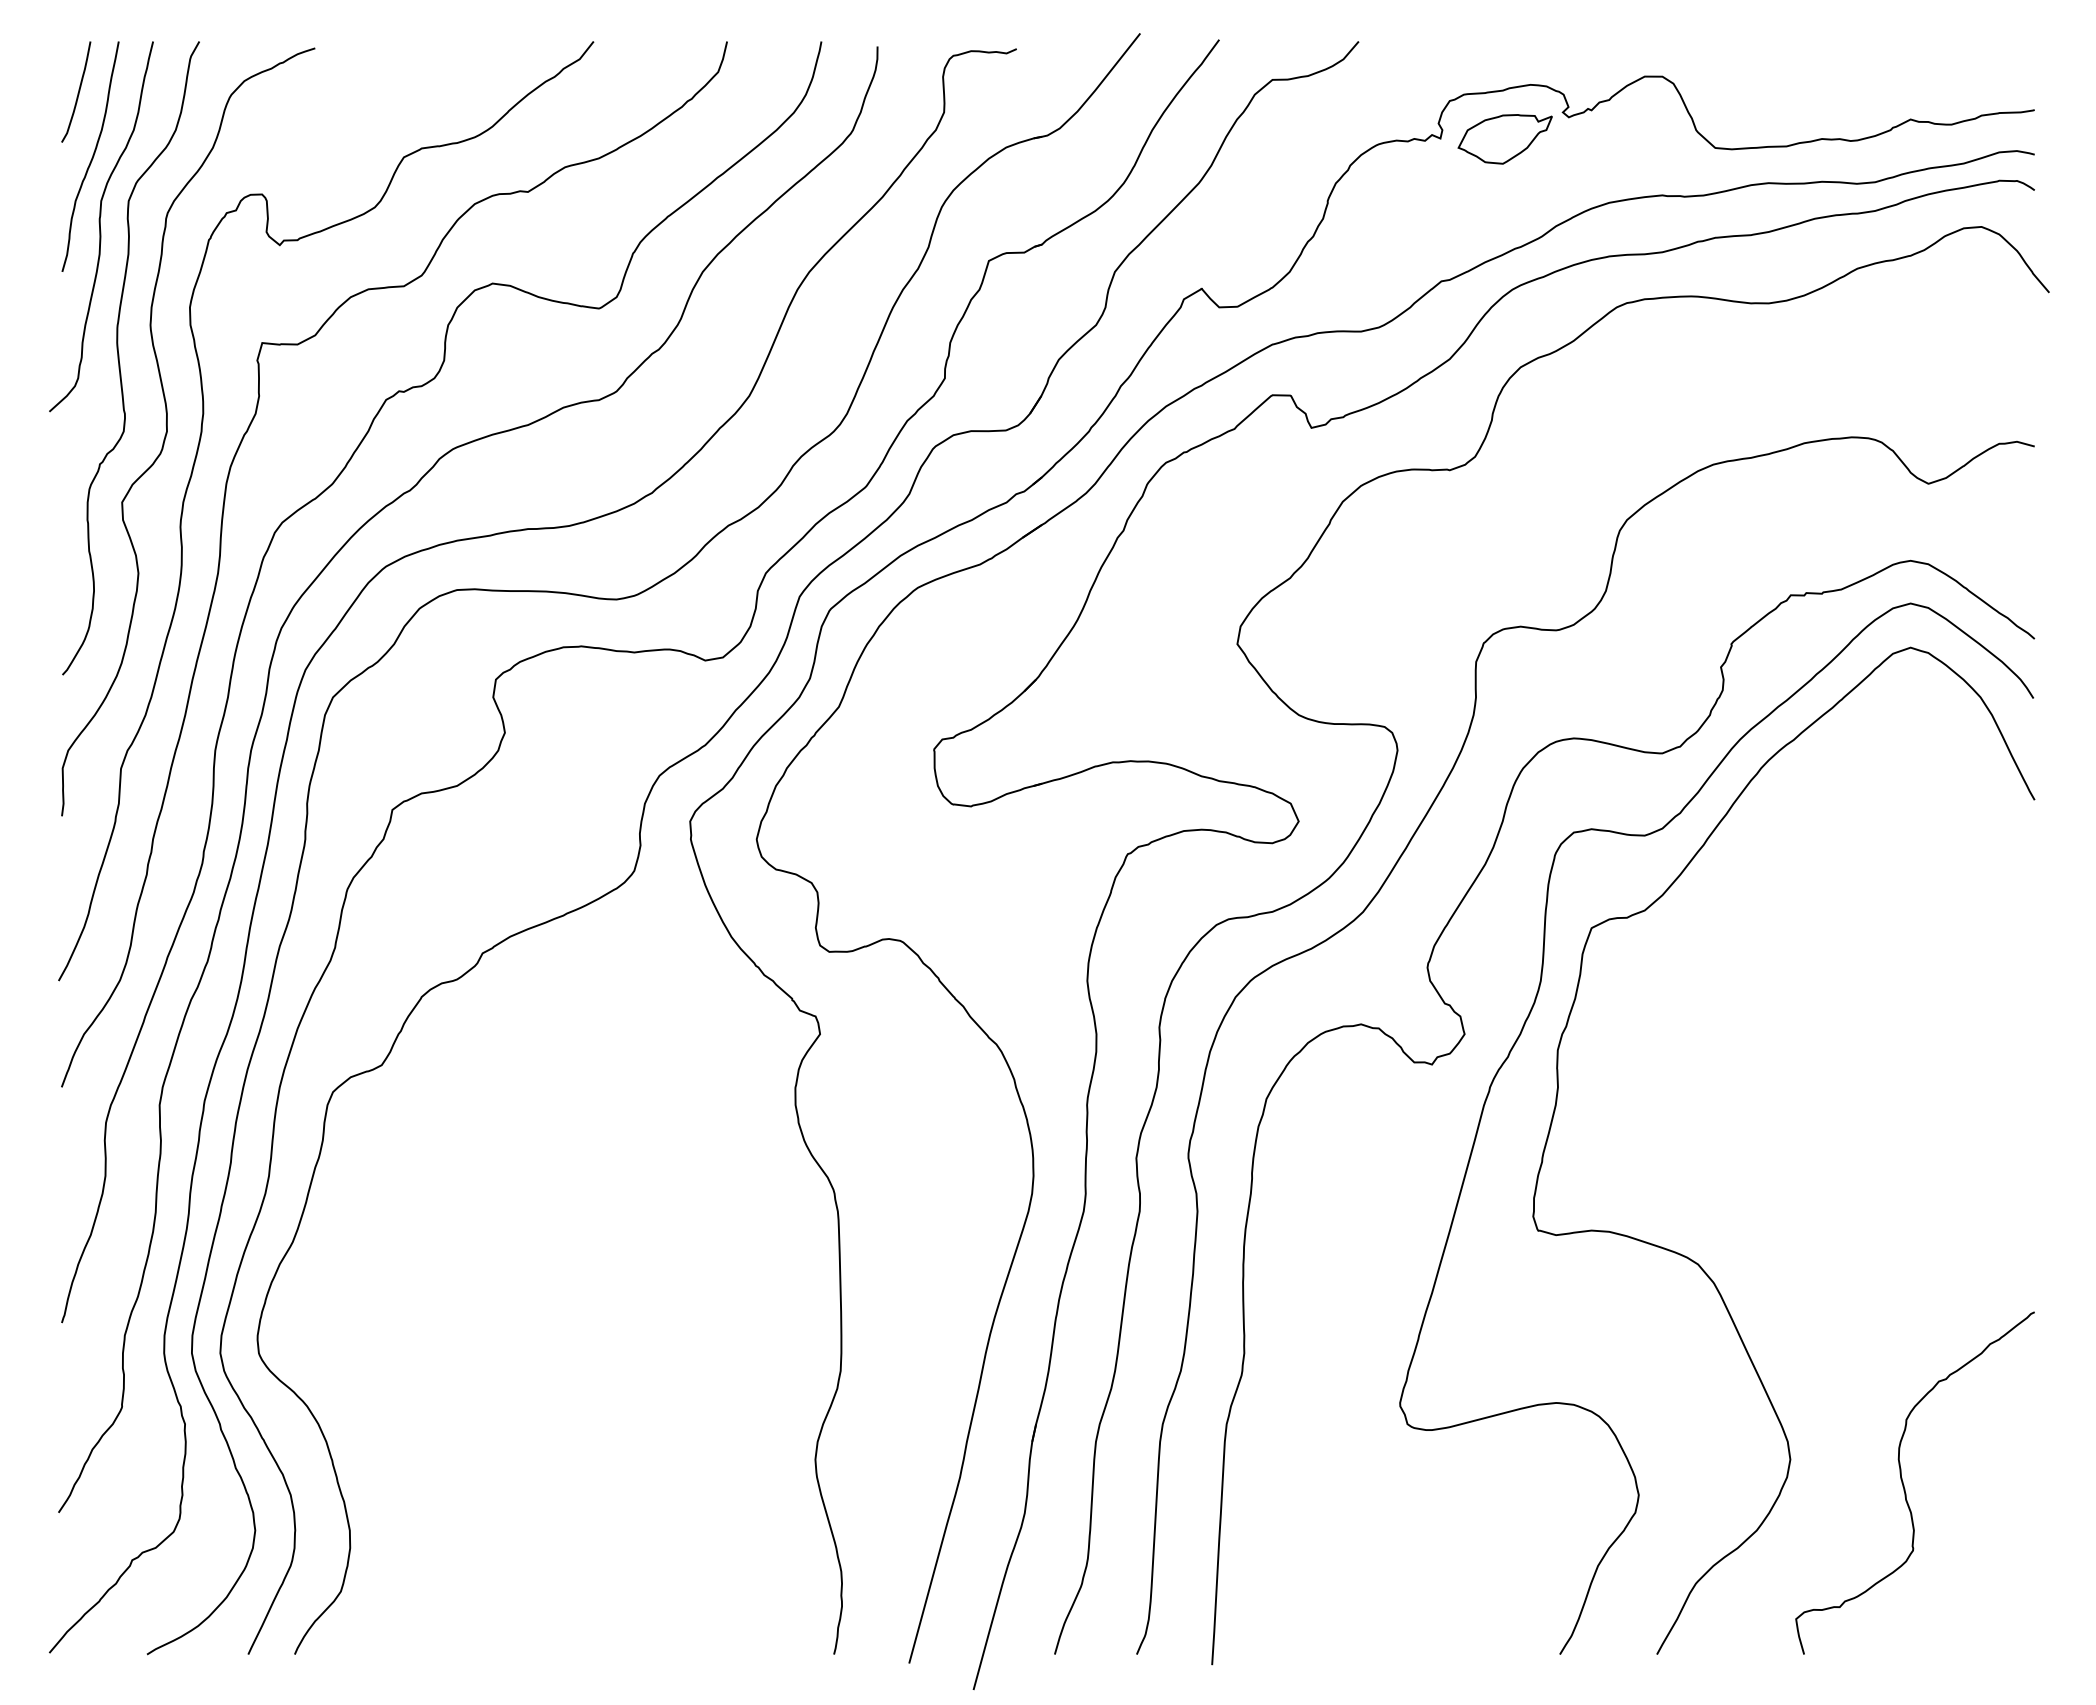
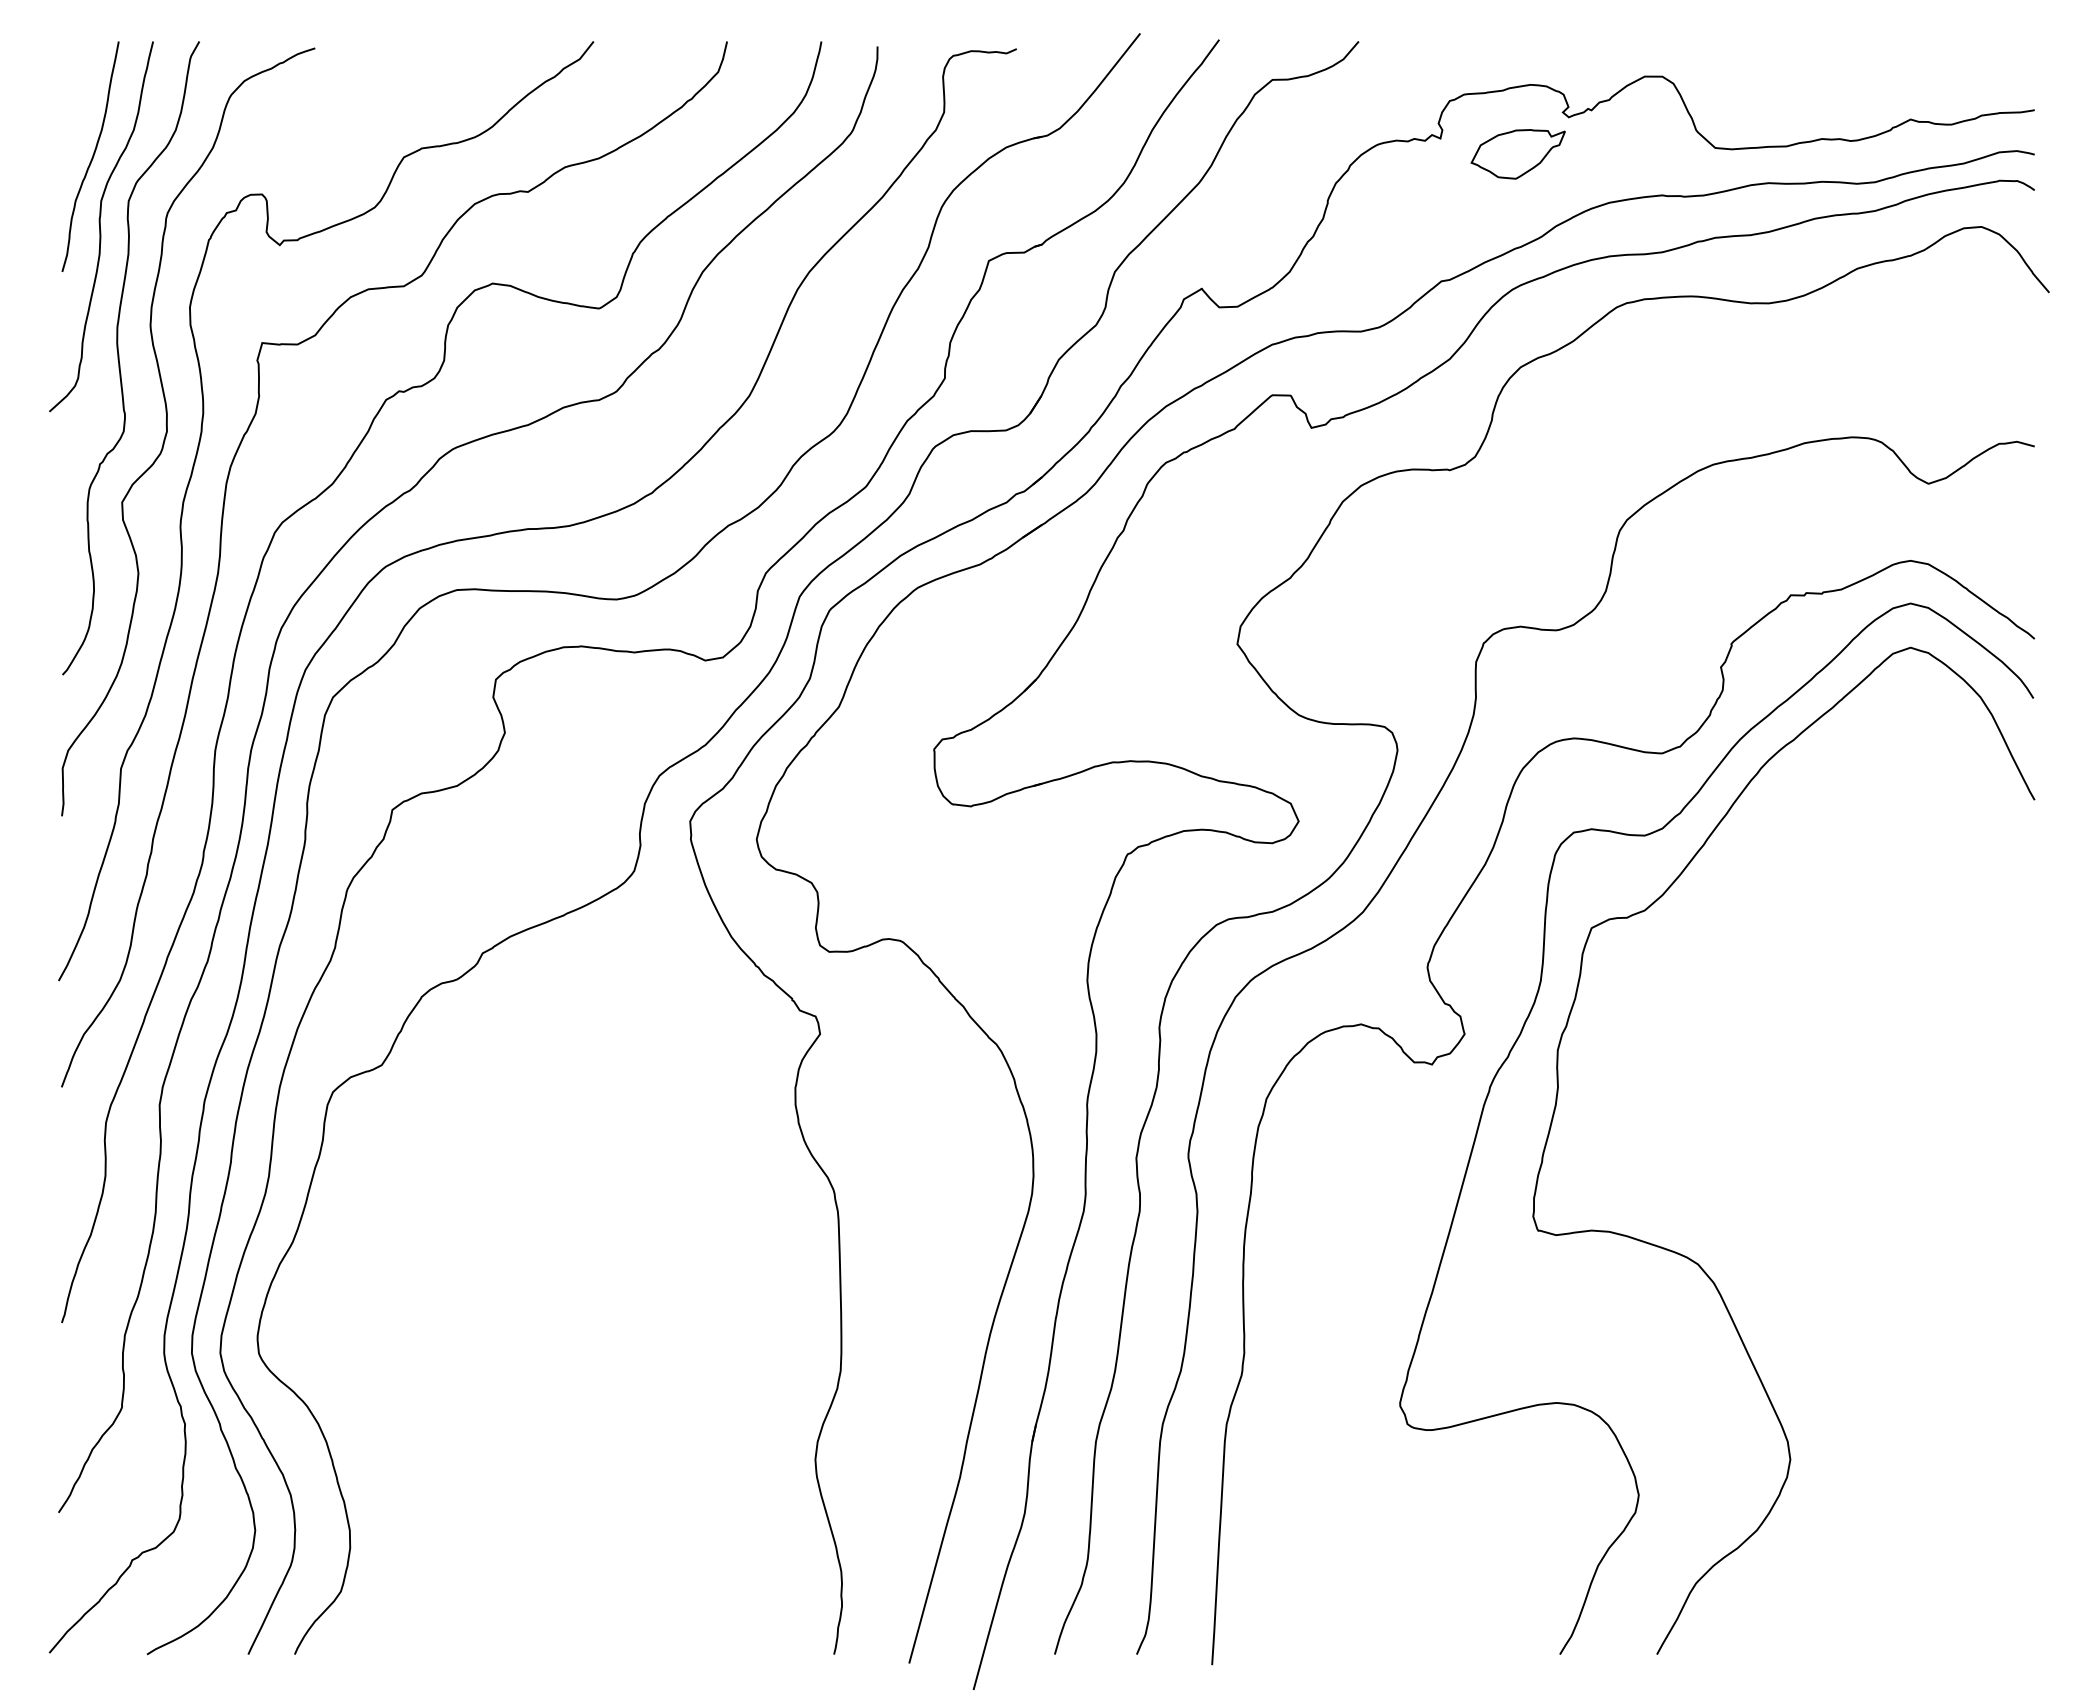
curve at (78, 91): present -> none
part at (1504, 139) position: (1504, 139) -> (1517, 154)
curve at (1904, 1485): present -> none
